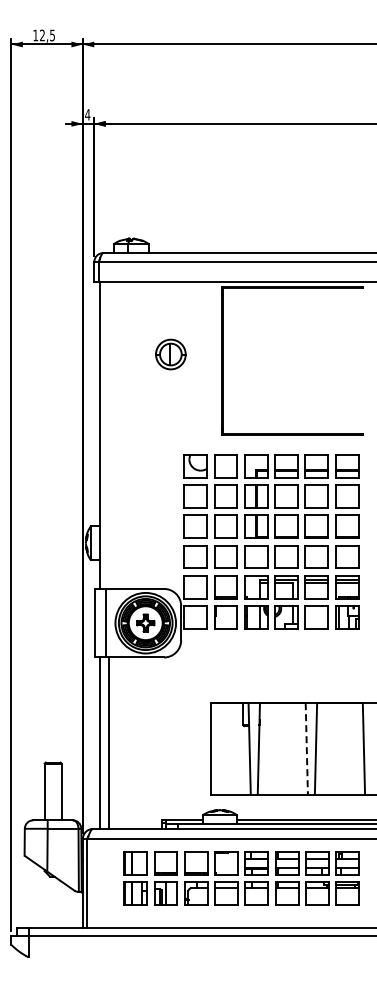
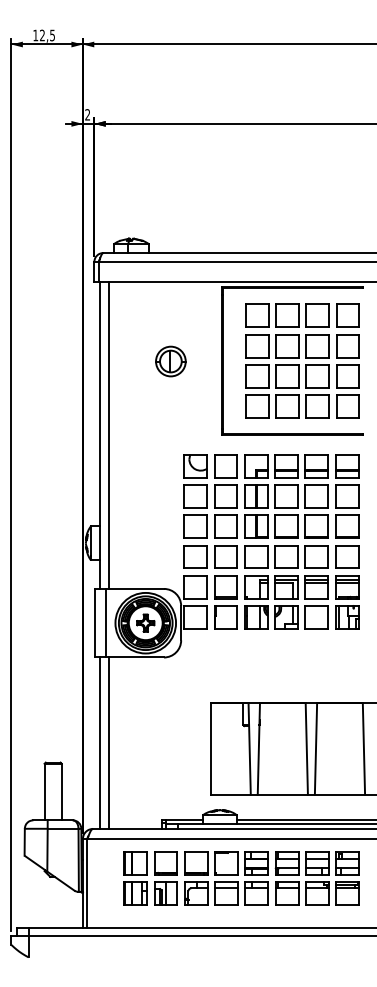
text at (87, 114): 4 -> 2
part at (170, 354) position: (170, 354) -> (170, 361)
part at (302, 360): none -> present
line at (109, 434): none -> present
line at (306, 748): dashed -> solid
